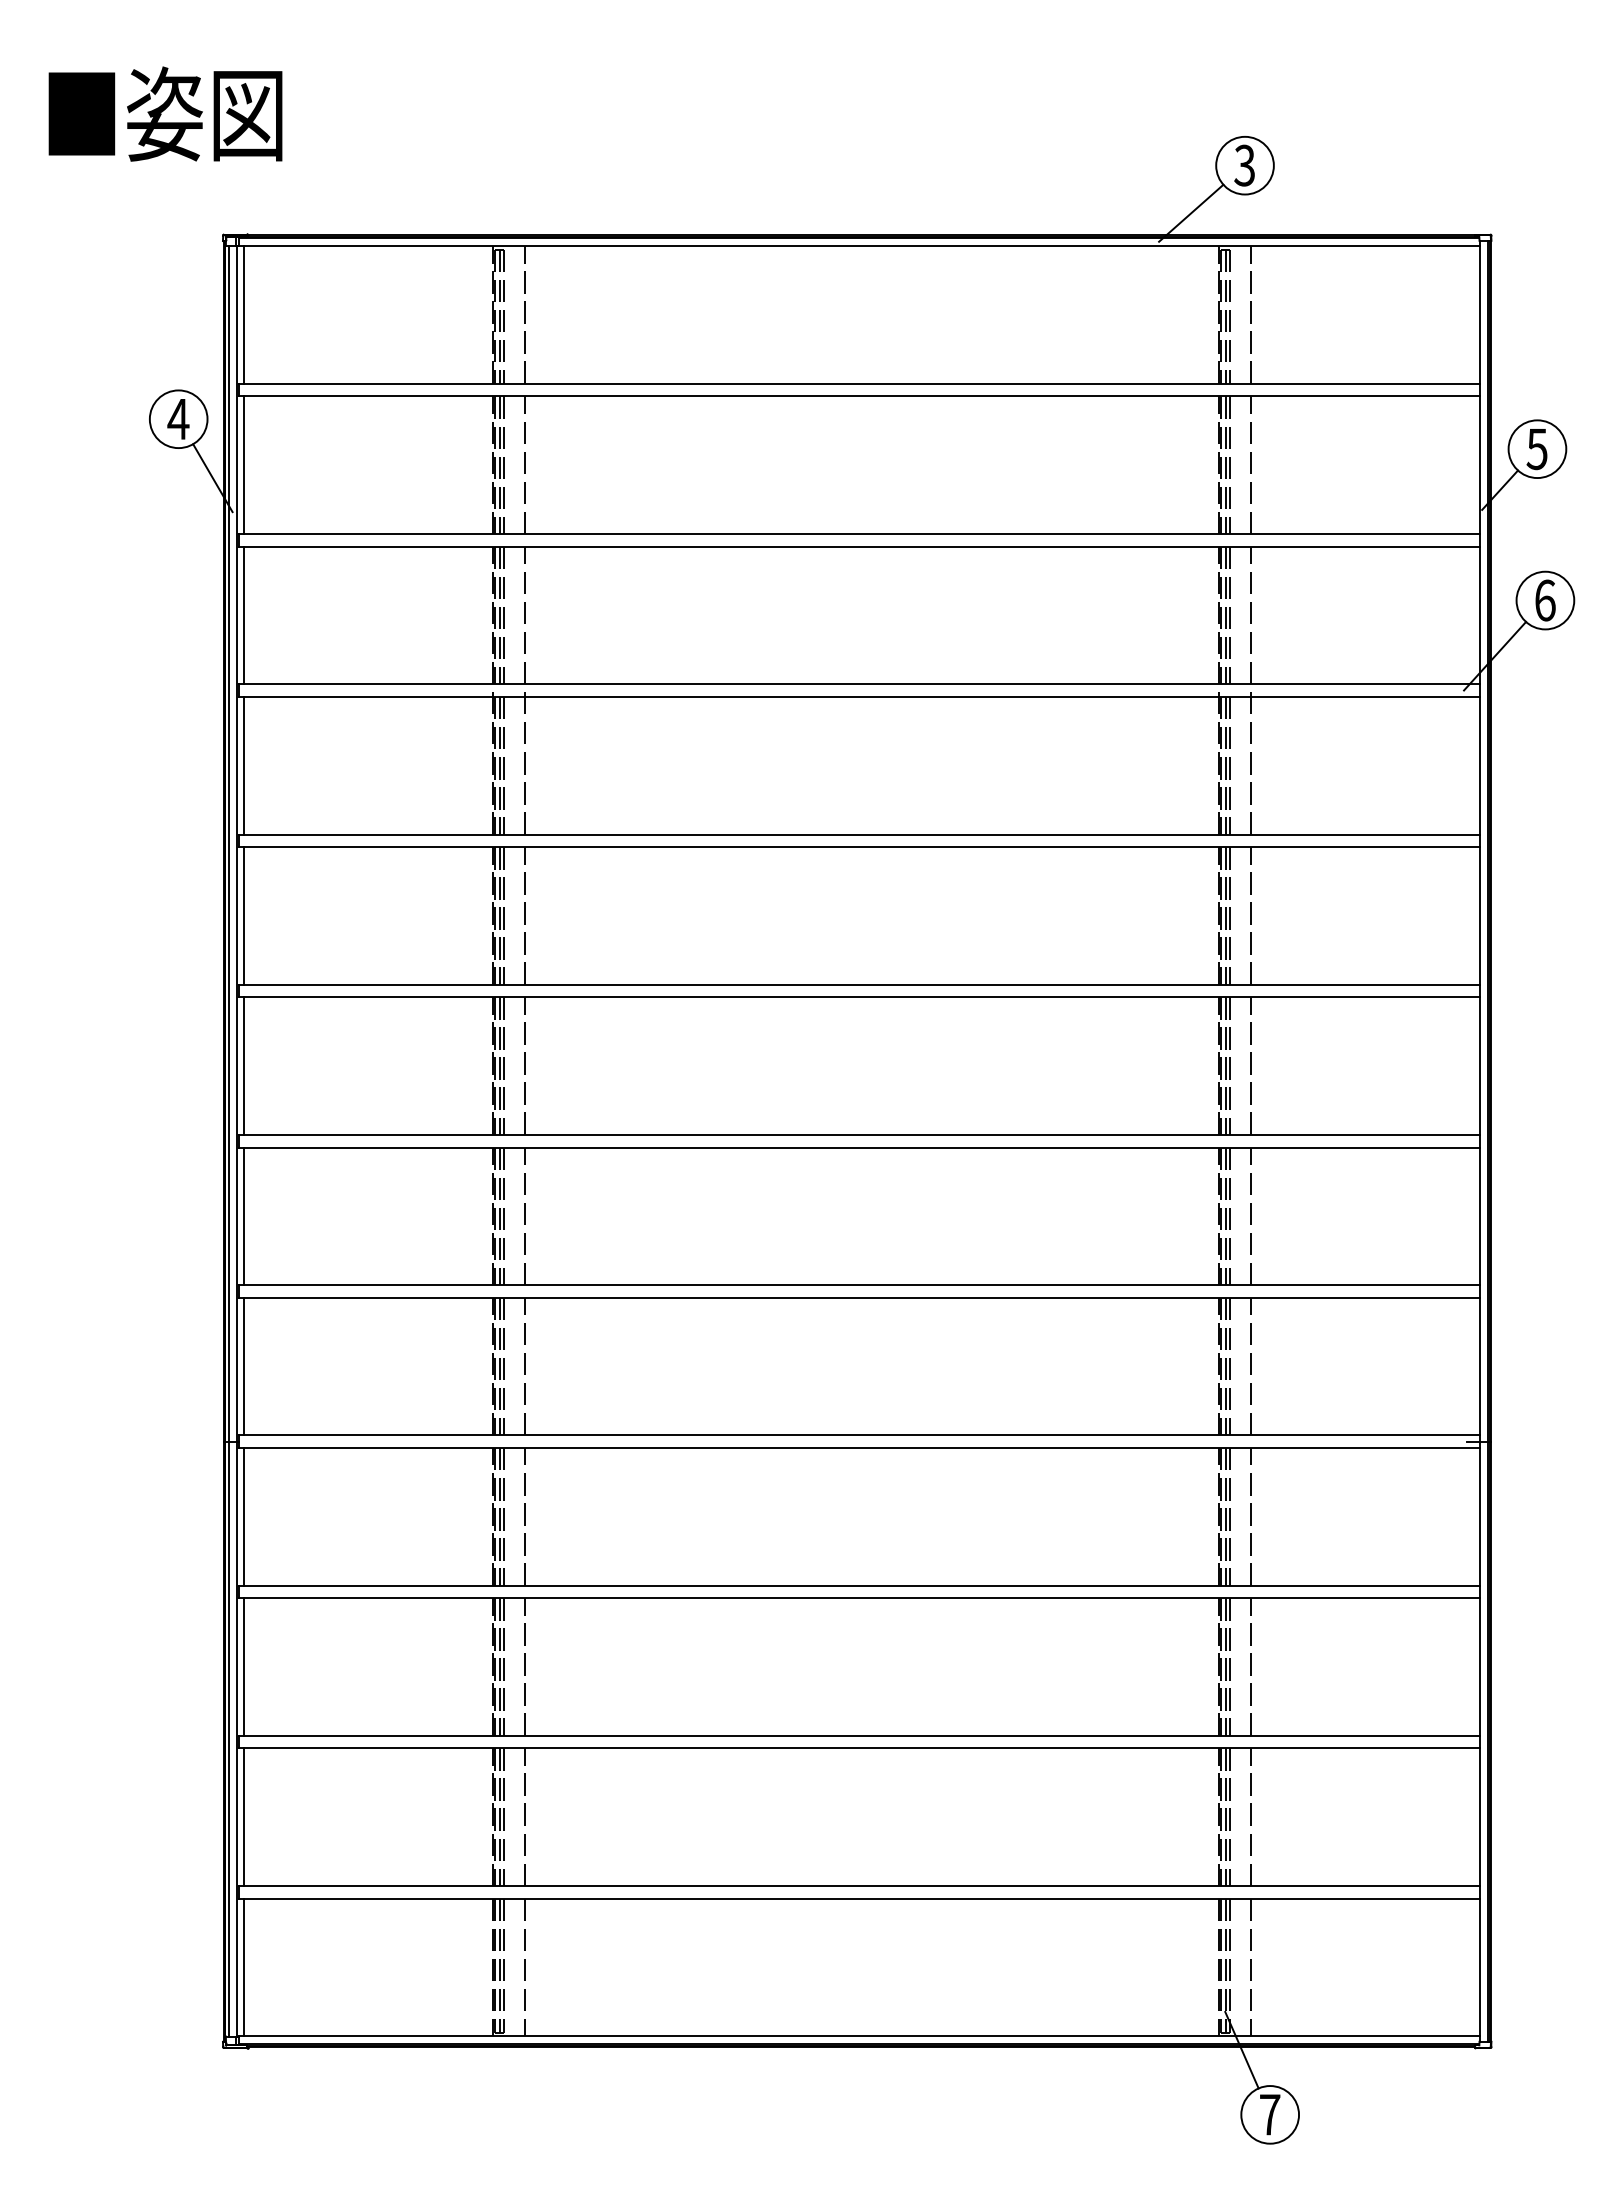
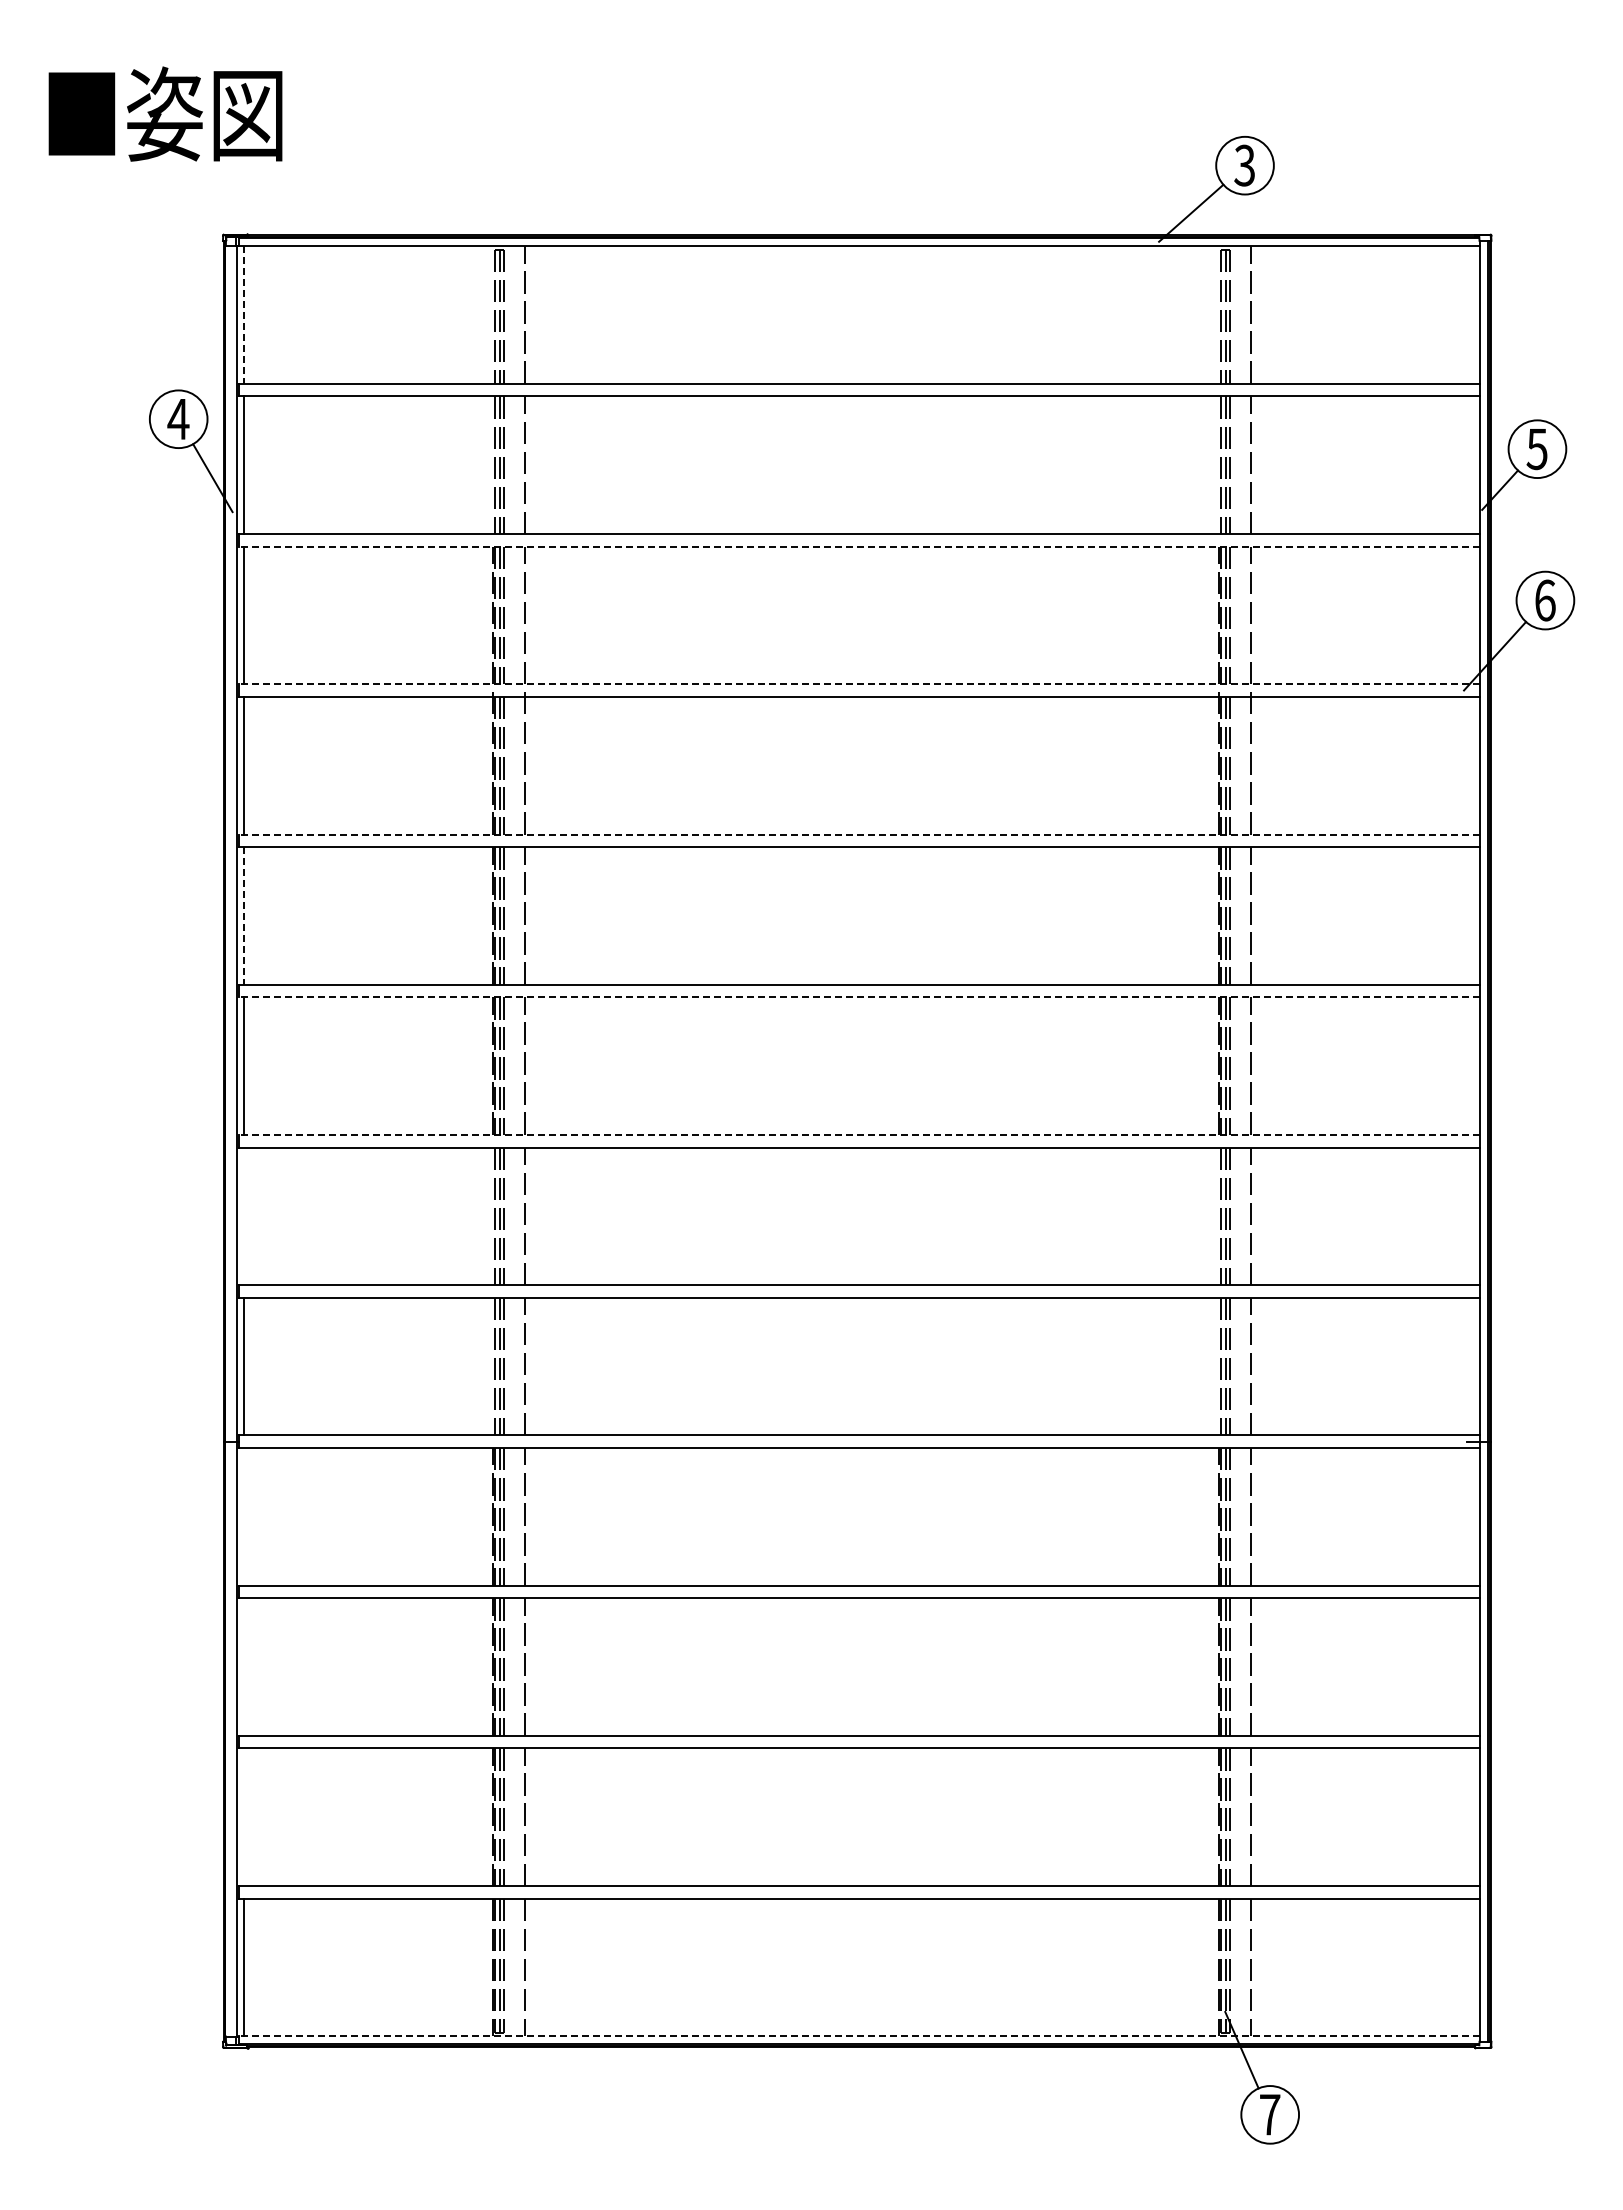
line at (492, 314): present -> none
line at (1218, 314): present -> none
line at (243, 315): solid -> dashed
line at (492, 465): present -> none
line at (1218, 465): present -> none
line at (859, 546): solid -> dashed
line at (859, 684): solid -> dashed
line at (859, 834): solid -> dashed
line at (243, 915): solid -> dashed
line at (859, 997): solid -> dashed
line at (859, 1135): solid -> dashed
line at (228, 1141): present -> none
line at (243, 1216): present -> none
line at (492, 1216): present -> none
line at (1218, 1216): present -> none
line at (492, 1366): present -> none
line at (1218, 1366): present -> none
line at (243, 1516): present -> none
line at (243, 1666): present -> none
line at (243, 1817): present -> none
line at (859, 2036): solid -> dashed
